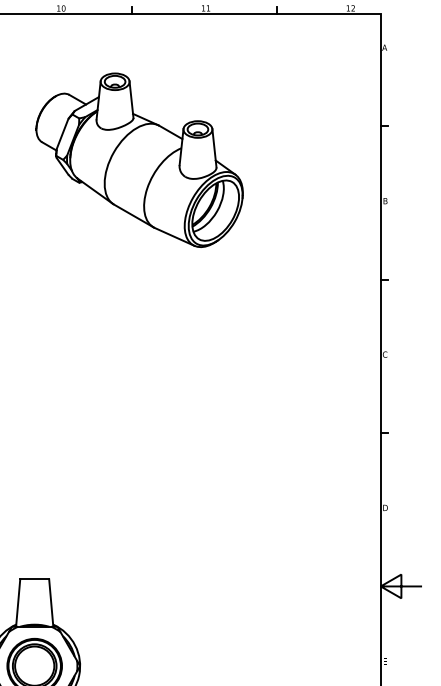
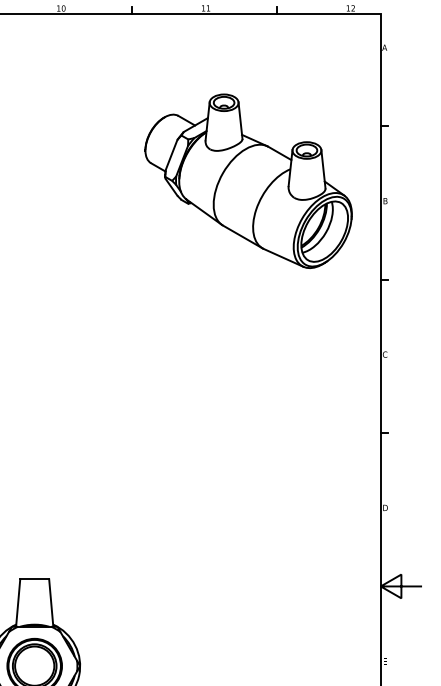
part at (139, 159) position: (139, 159) -> (248, 180)
